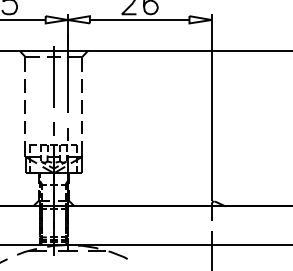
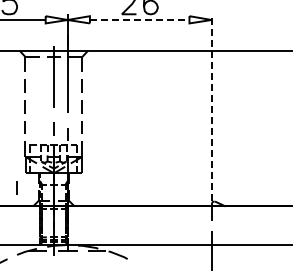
line at (139, 20): solid -> dashed
line at (211, 107): solid -> dashed
line at (16, 187): none -> present
